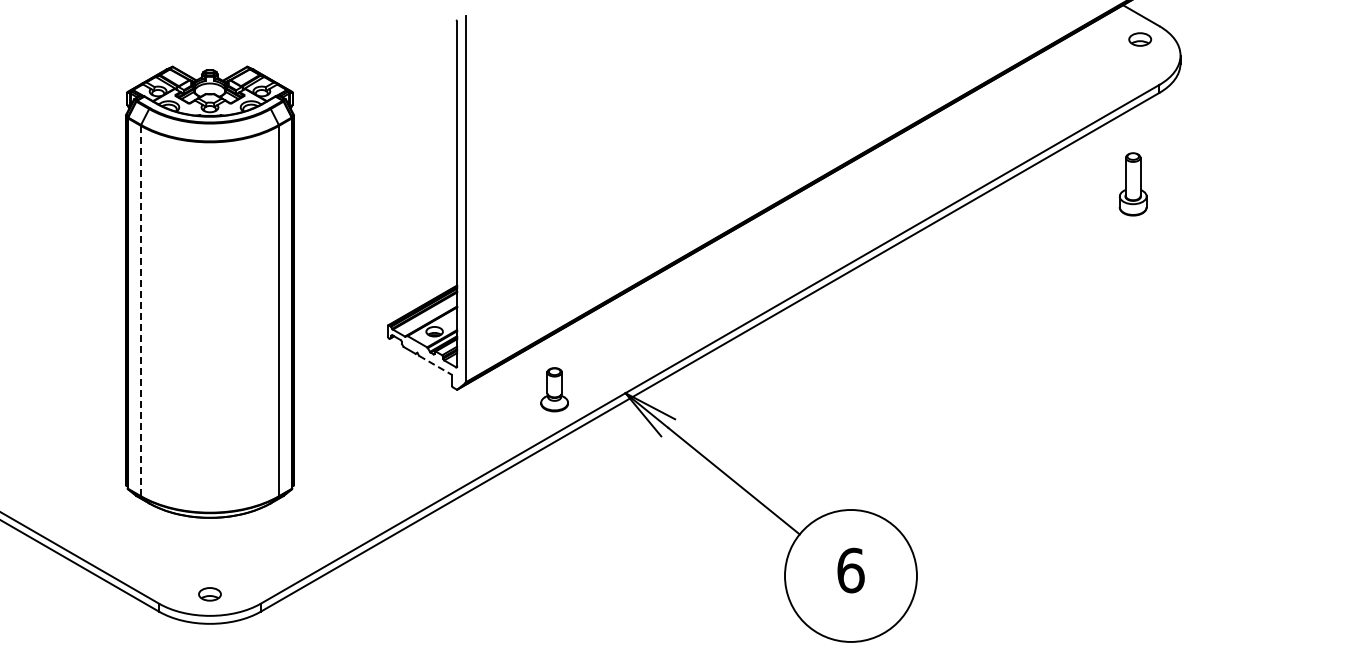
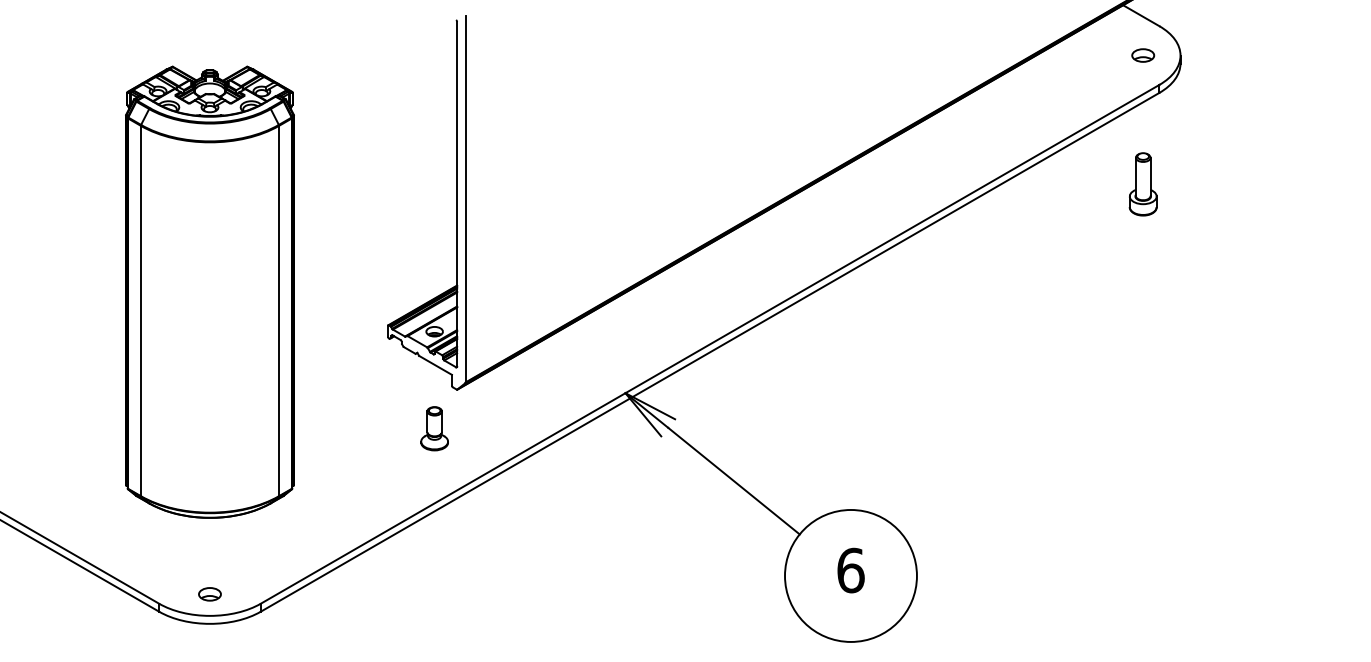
part at (1140, 39) position: (1140, 39) -> (1143, 55)
part at (1132, 184) position: (1132, 184) -> (1142, 184)
line at (140, 311): dashed -> solid
line at (435, 365): dashed -> solid
part at (554, 389) position: (554, 389) -> (434, 428)
